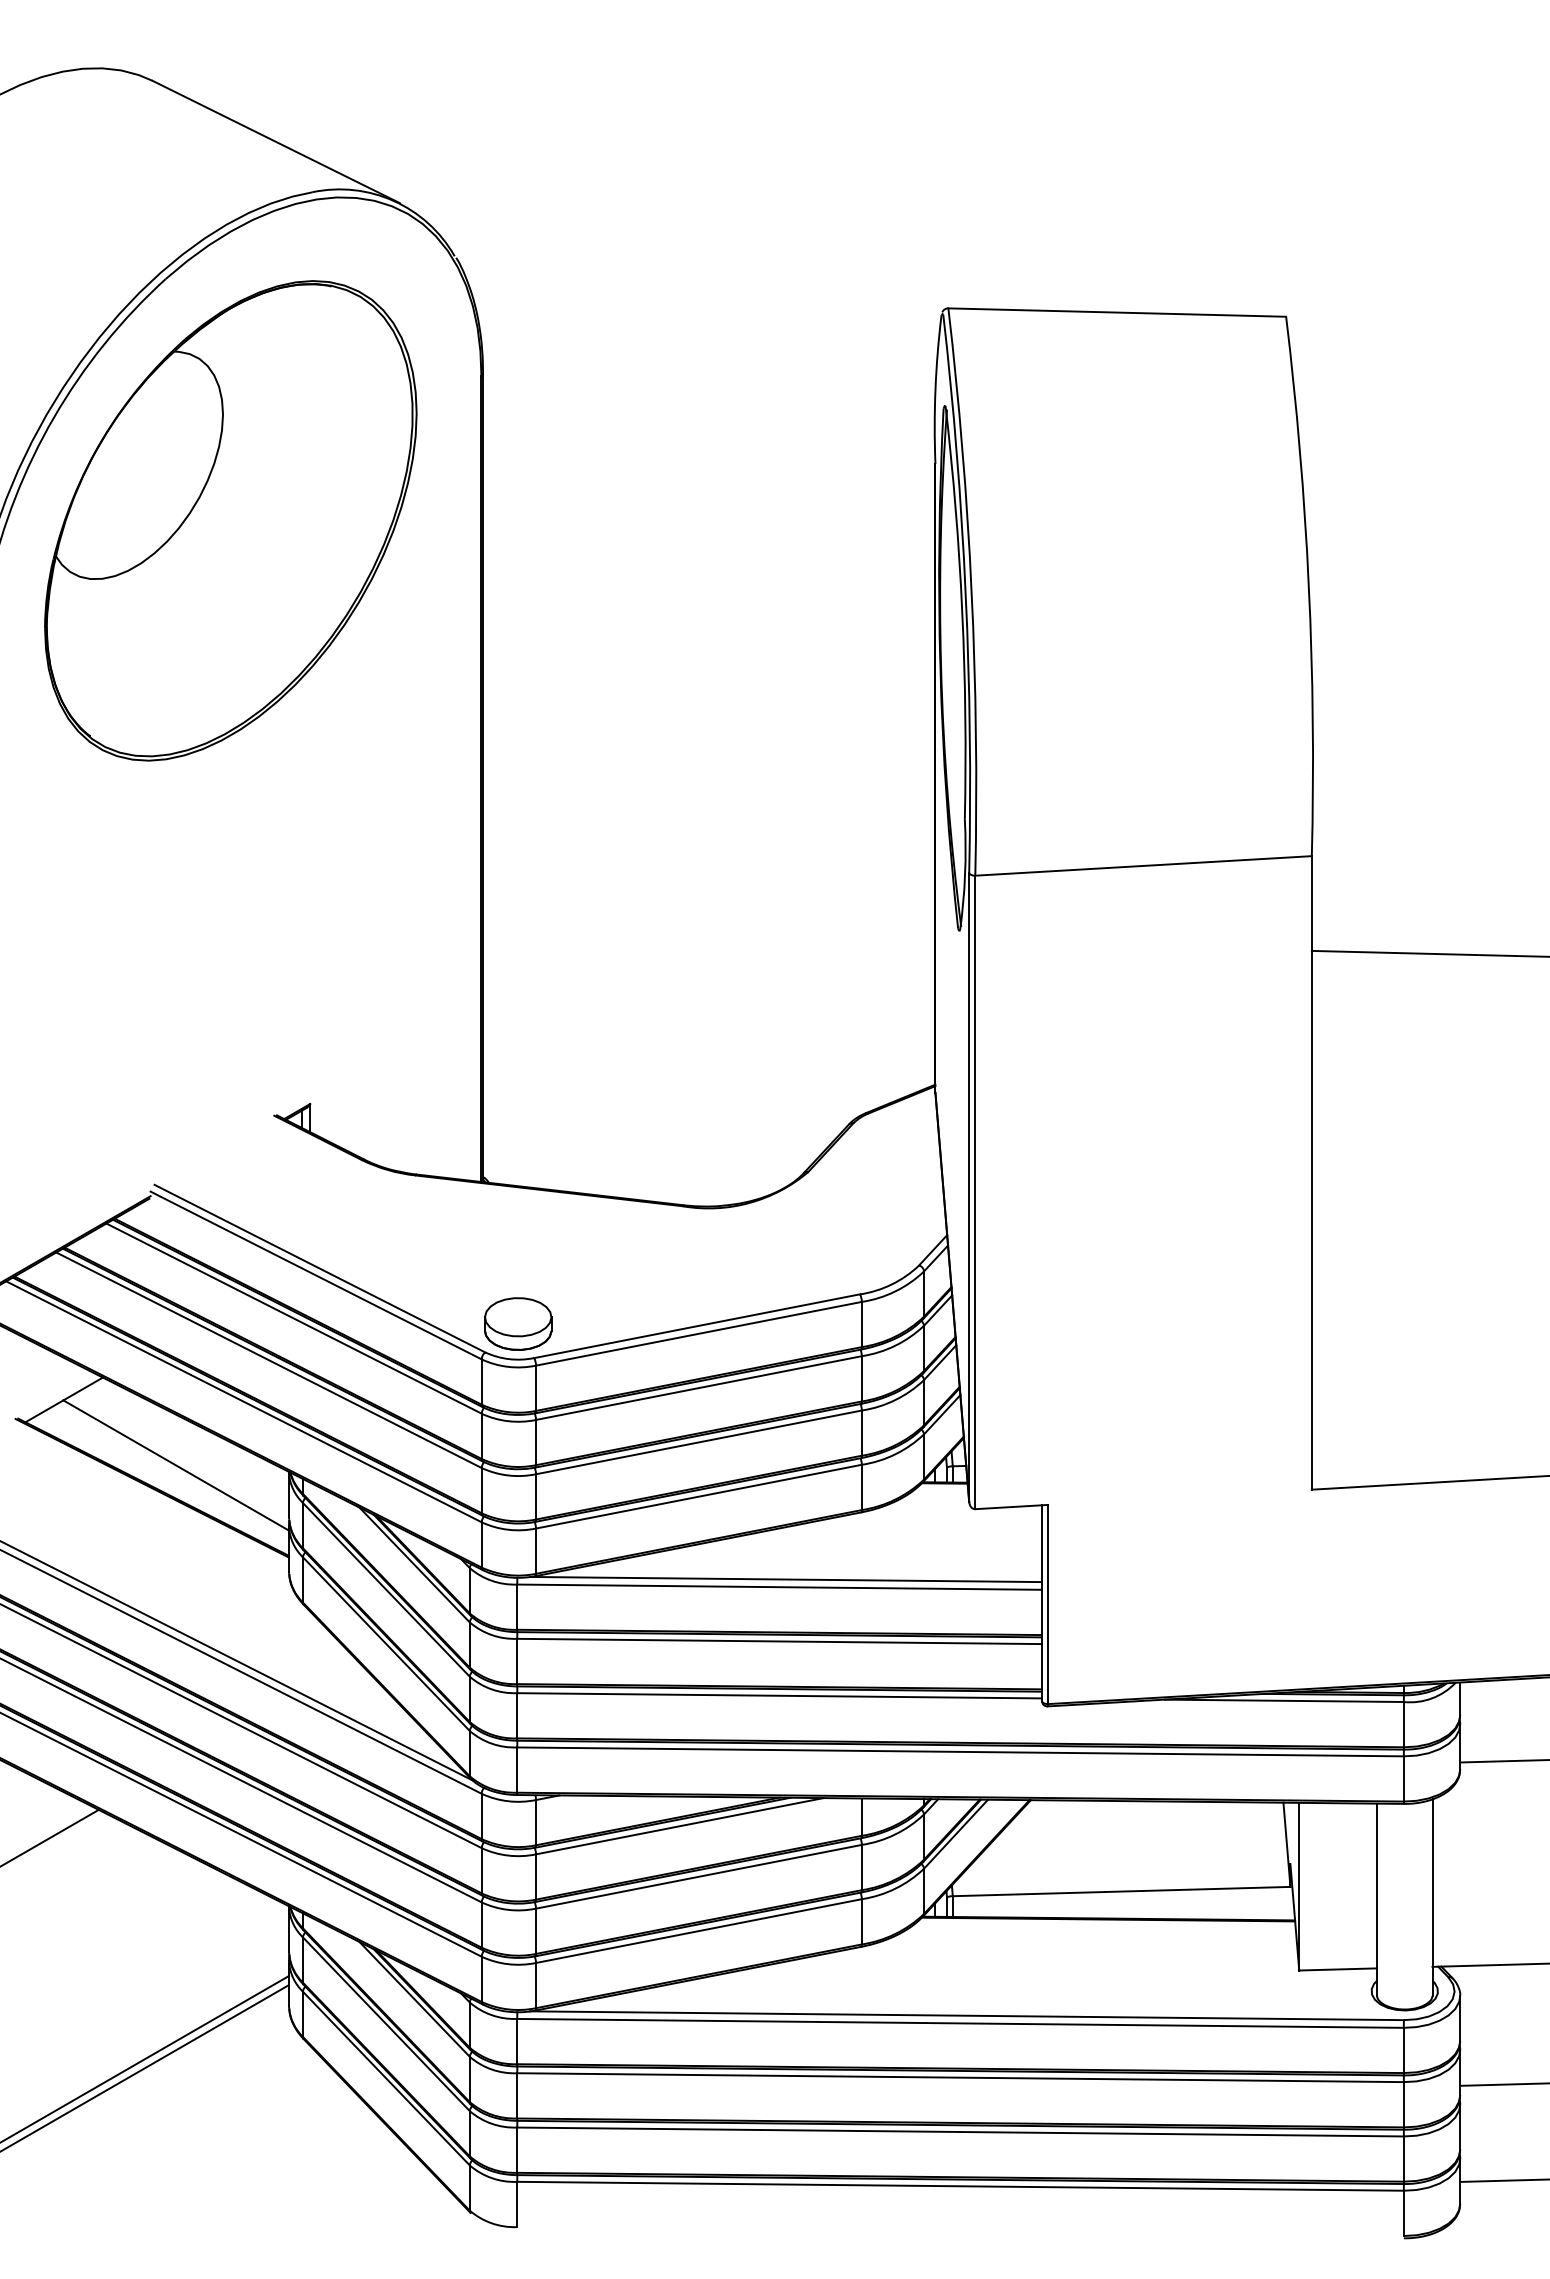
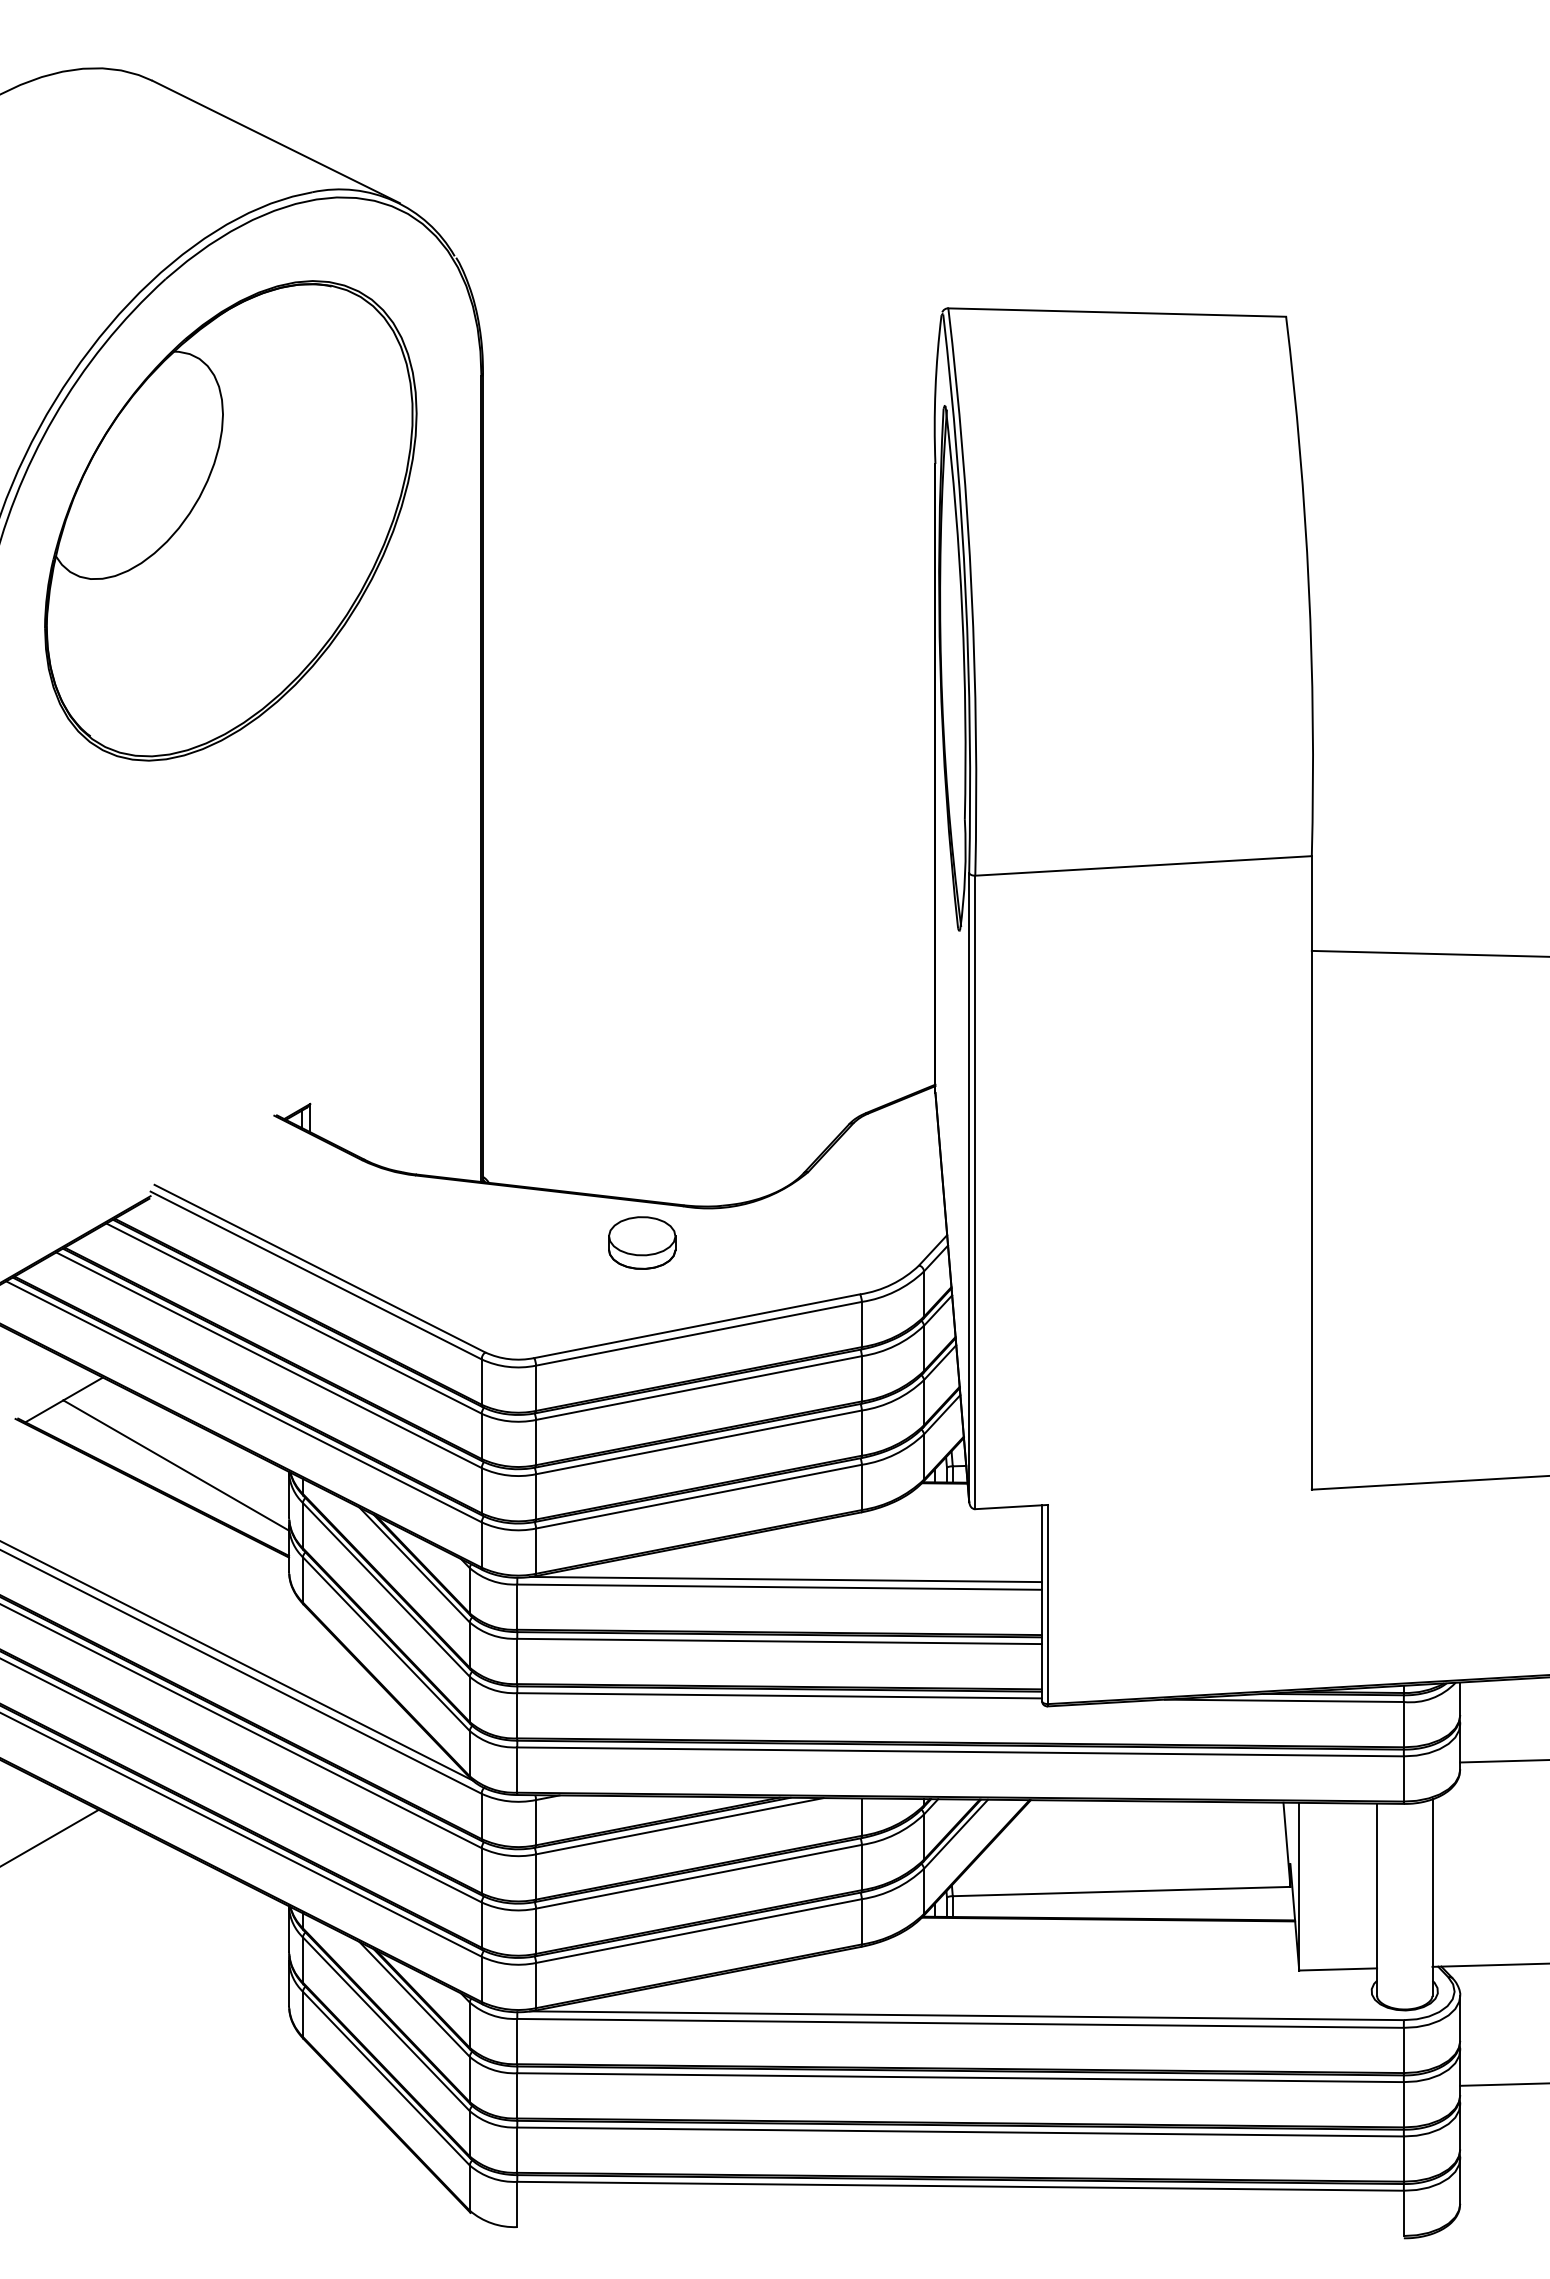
part at (518, 1323) position: (518, 1323) -> (642, 1242)
line at (145, 2058): present -> none
line at (145, 2067): present -> none
line at (1503, 2180): present -> none
